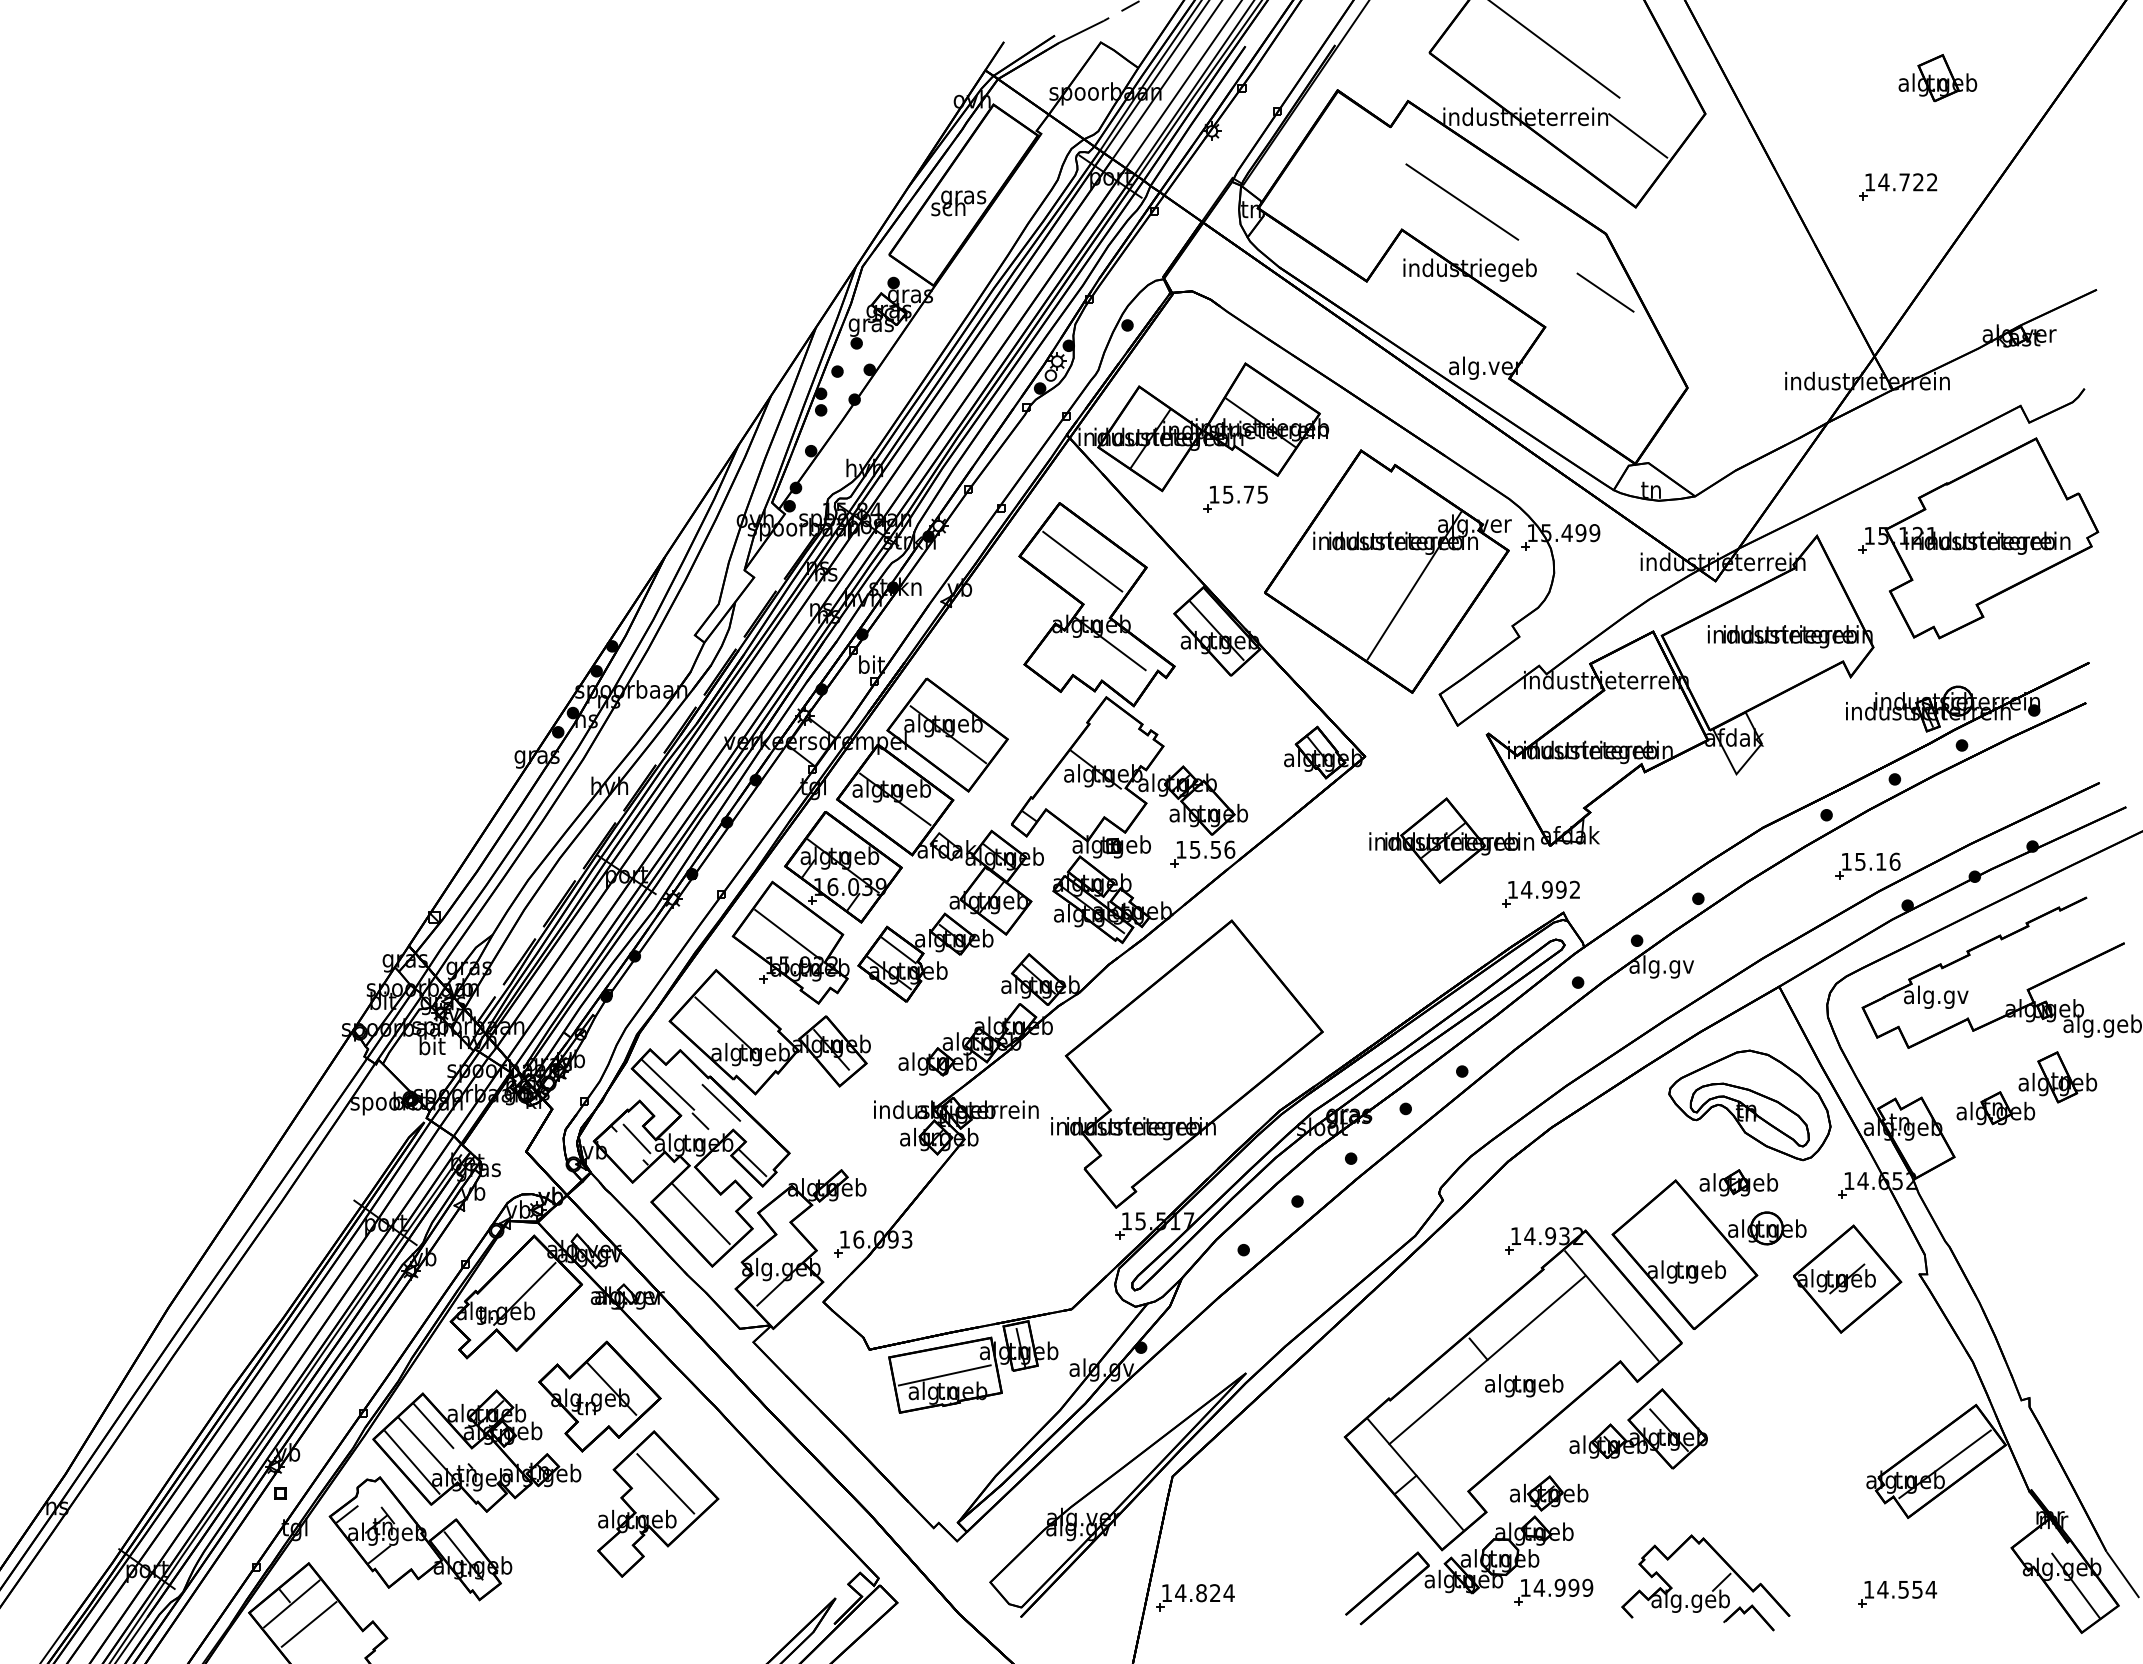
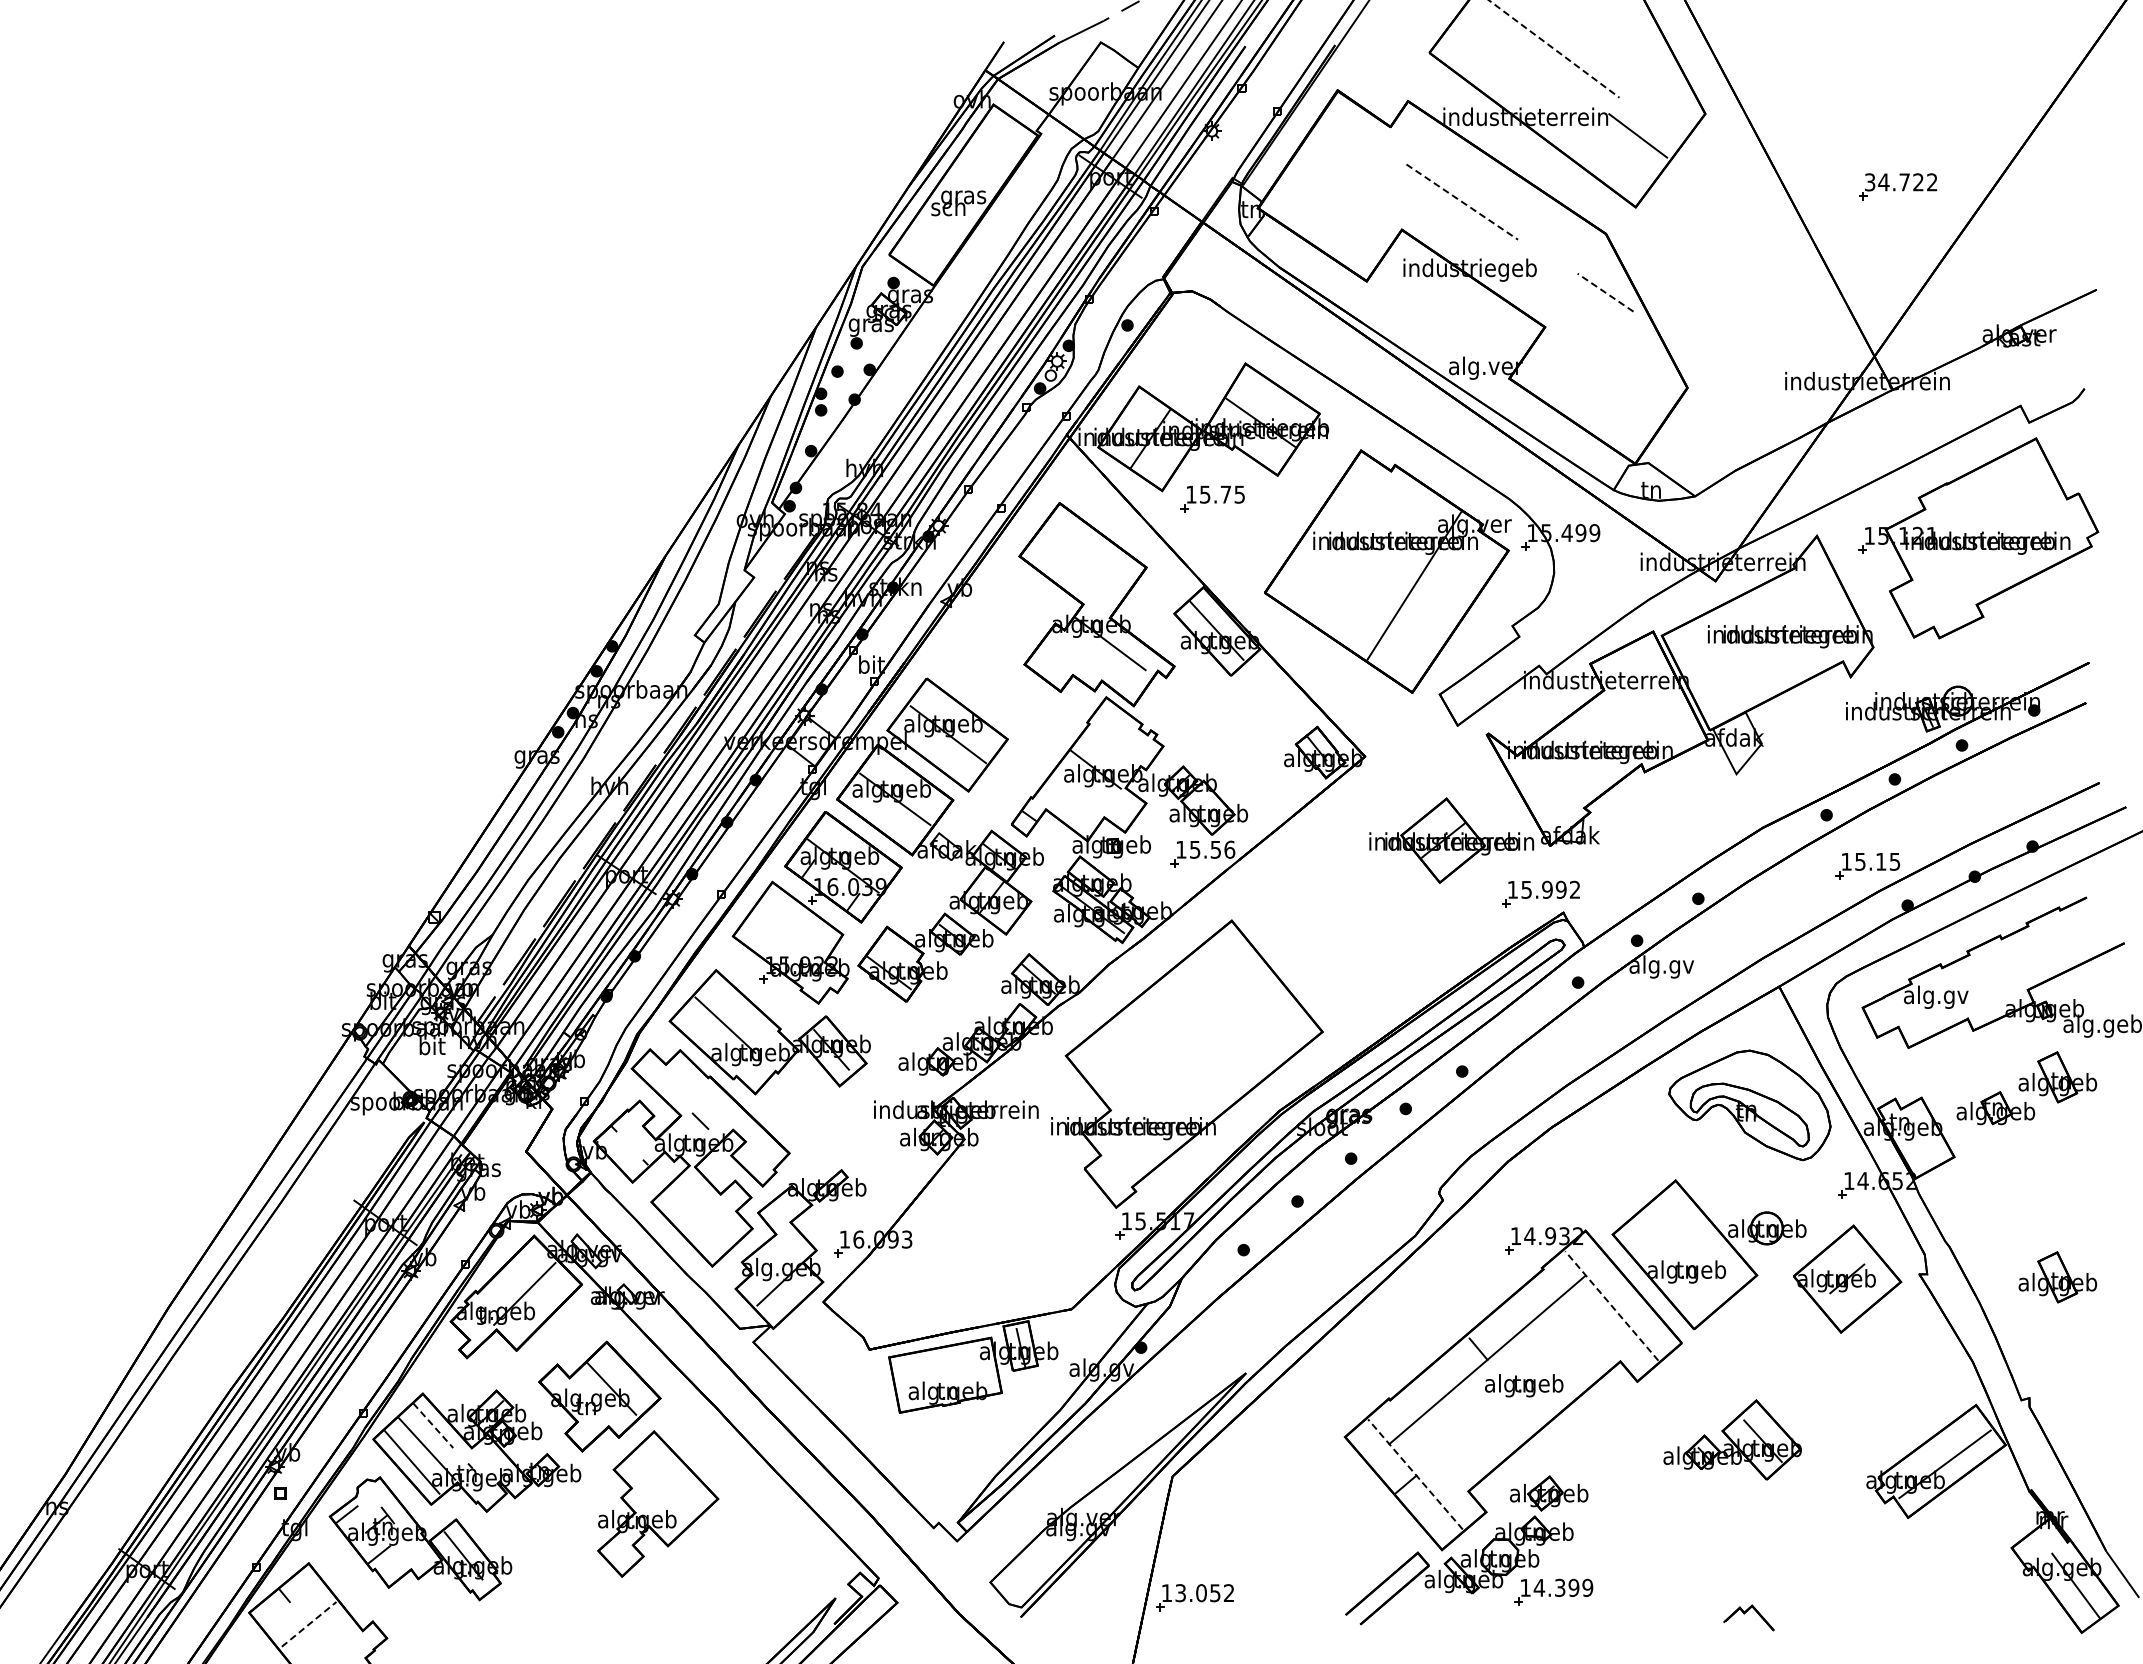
line at (1554, 49): solid -> dashed
part at (1937, 78): present -> none
text at (1870, 182): 14.722 -> 34.722
line at (1462, 202): solid -> dashed
line at (1605, 292): solid -> dashed
part at (1235, 498) position: (1235, 498) -> (1212, 498)
line at (1082, 561): present -> none
text at (1894, 861): 15.16 -> 15.15
text at (1526, 889): 14.992 -> 15.992
line at (787, 934): present -> none
line at (897, 949): present -> none
line at (668, 1084): present -> none
line at (721, 1102): present -> none
line at (636, 1138): present -> none
line at (752, 1162): present -> none
part at (1738, 1182): present -> none
line at (700, 1213): present -> none
part at (2057, 1277): none -> present
line at (1611, 1306): solid -> dashed
line at (944, 1375): present -> none
line at (433, 1425): solid -> dashed
part at (1638, 1428) position: (1638, 1428) -> (1732, 1439)
line at (1415, 1474): solid -> dashed
line at (665, 1483): present -> none
part at (1716, 1586): present -> none
text at (1559, 1587): 14.999 -> 14.399
text at (1204, 1593): 14.824 -> 13.052
part at (1897, 1594): present -> none
line at (291, 1603): present -> none
line at (309, 1624): solid -> dashed
